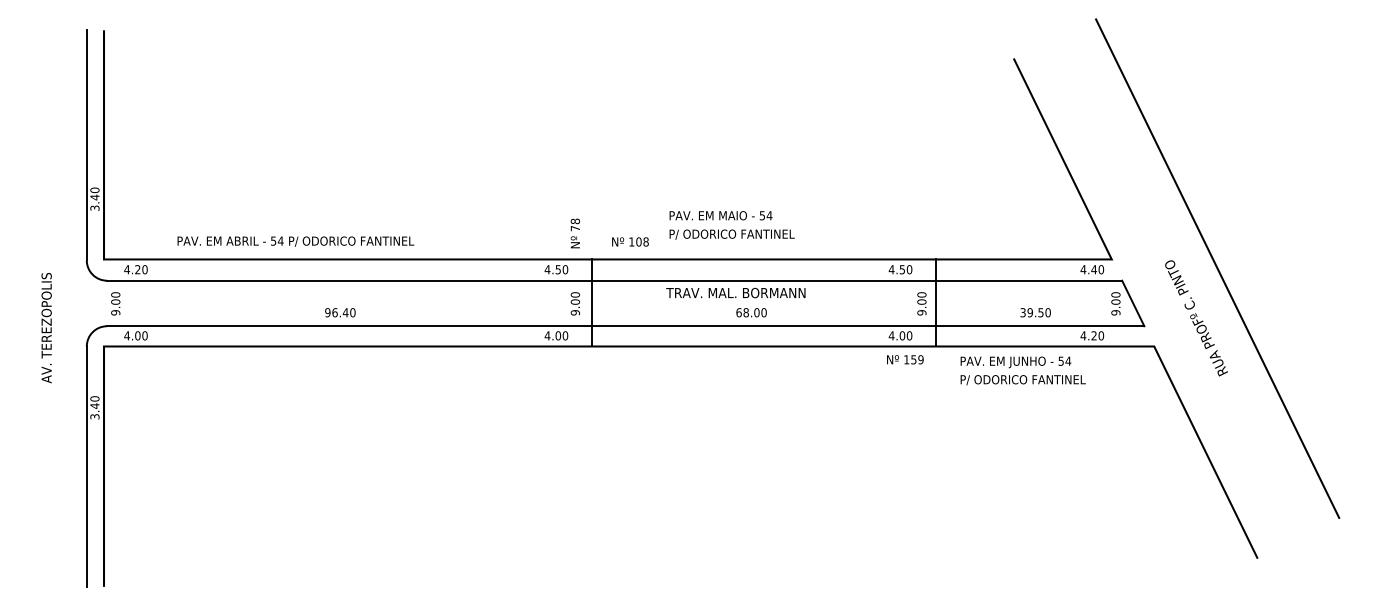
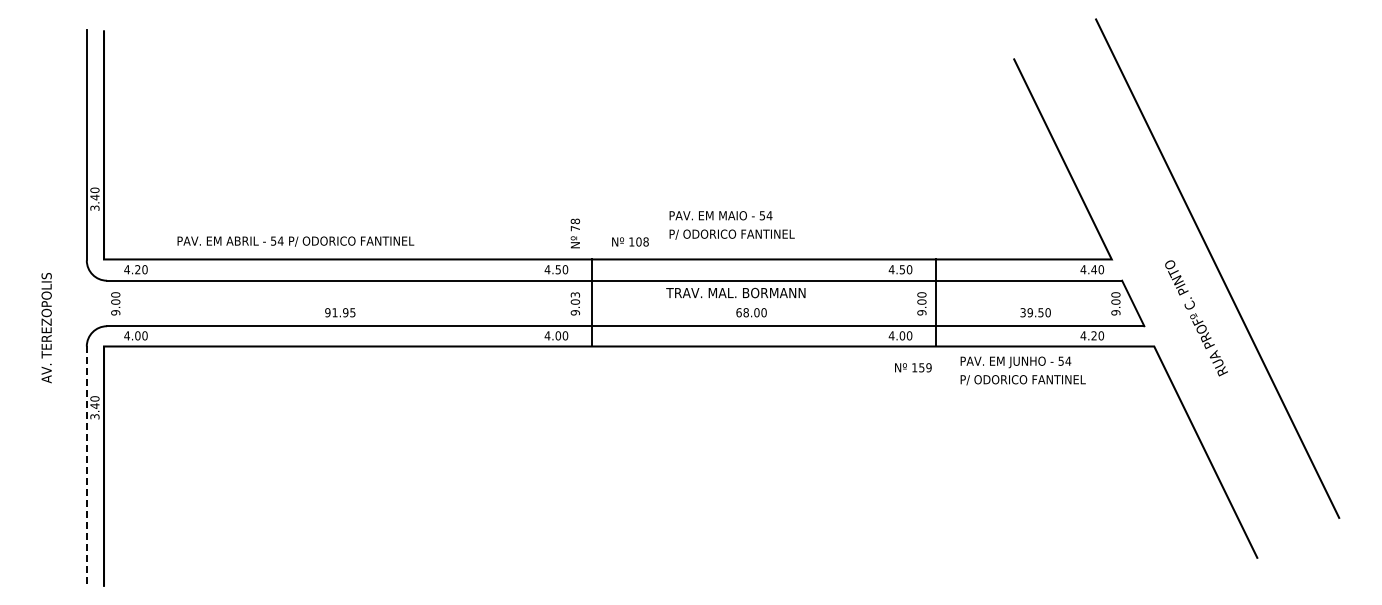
text at (574, 294): 9.00 -> 9.03
text at (343, 312): 96.40 -> 91.95
text at (905, 359) position: (905, 359) -> (913, 367)
line at (86, 467): solid -> dashed
